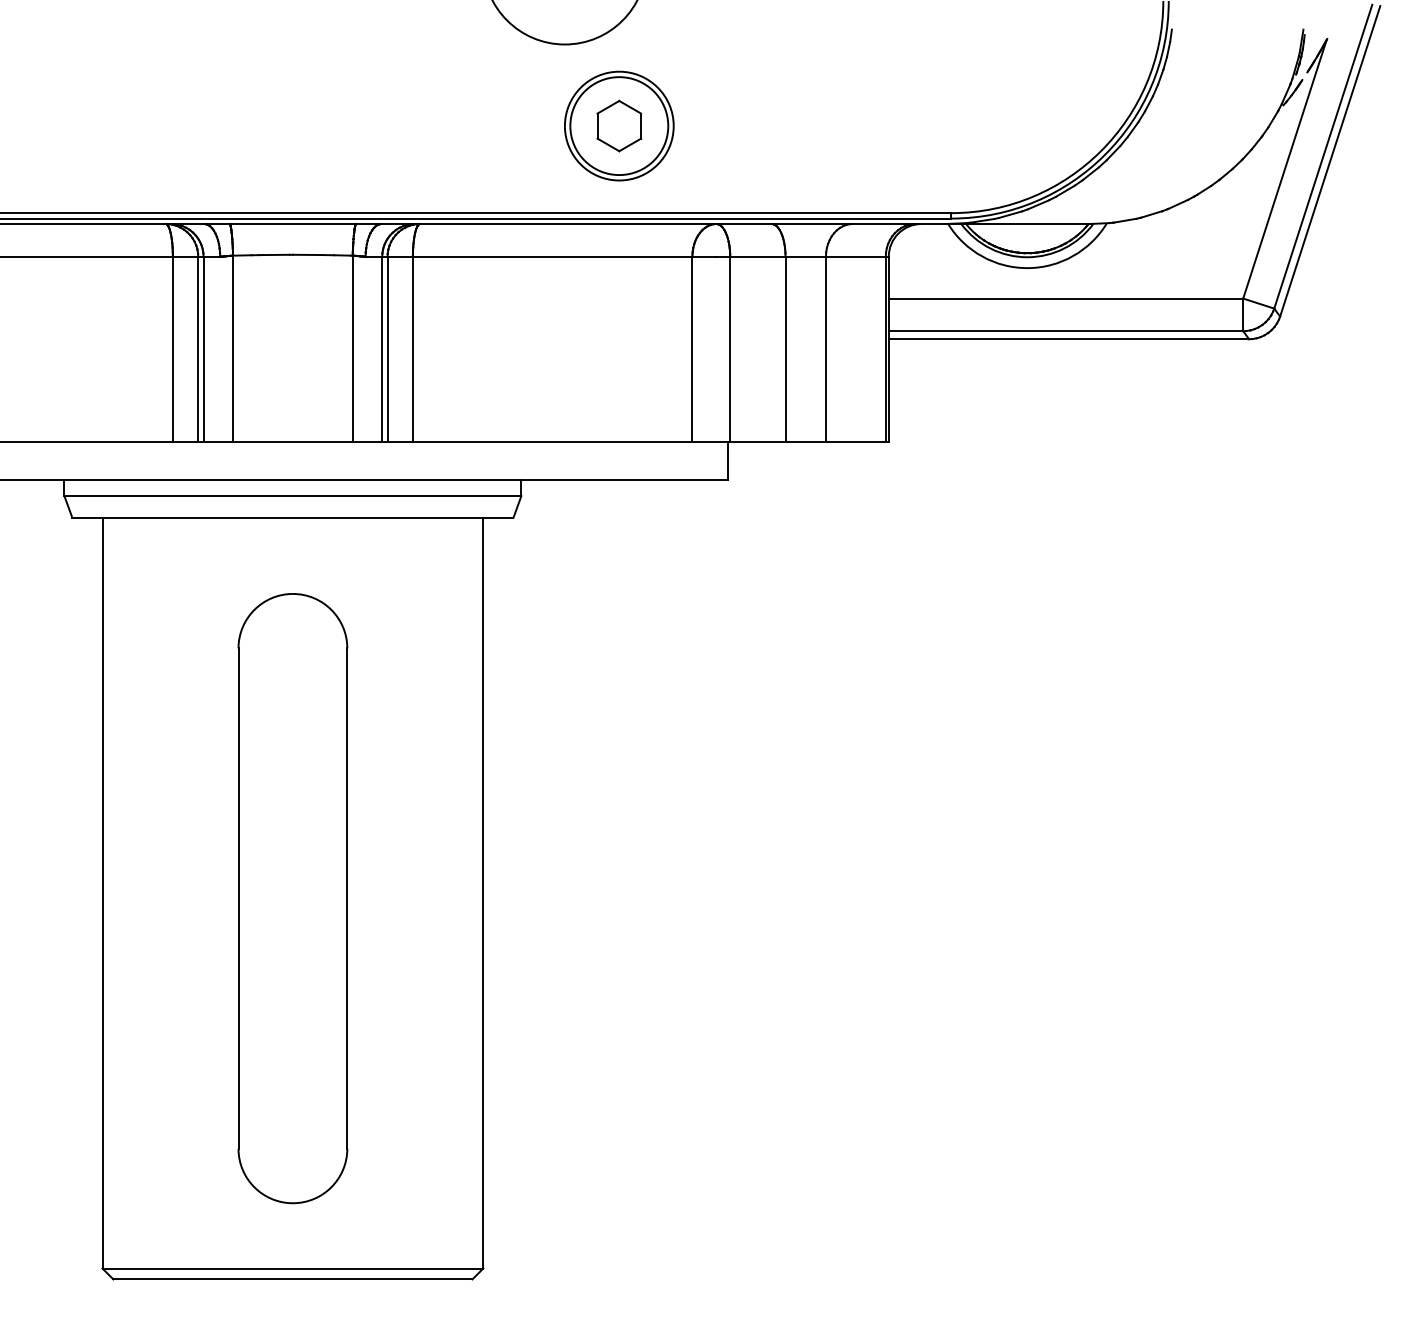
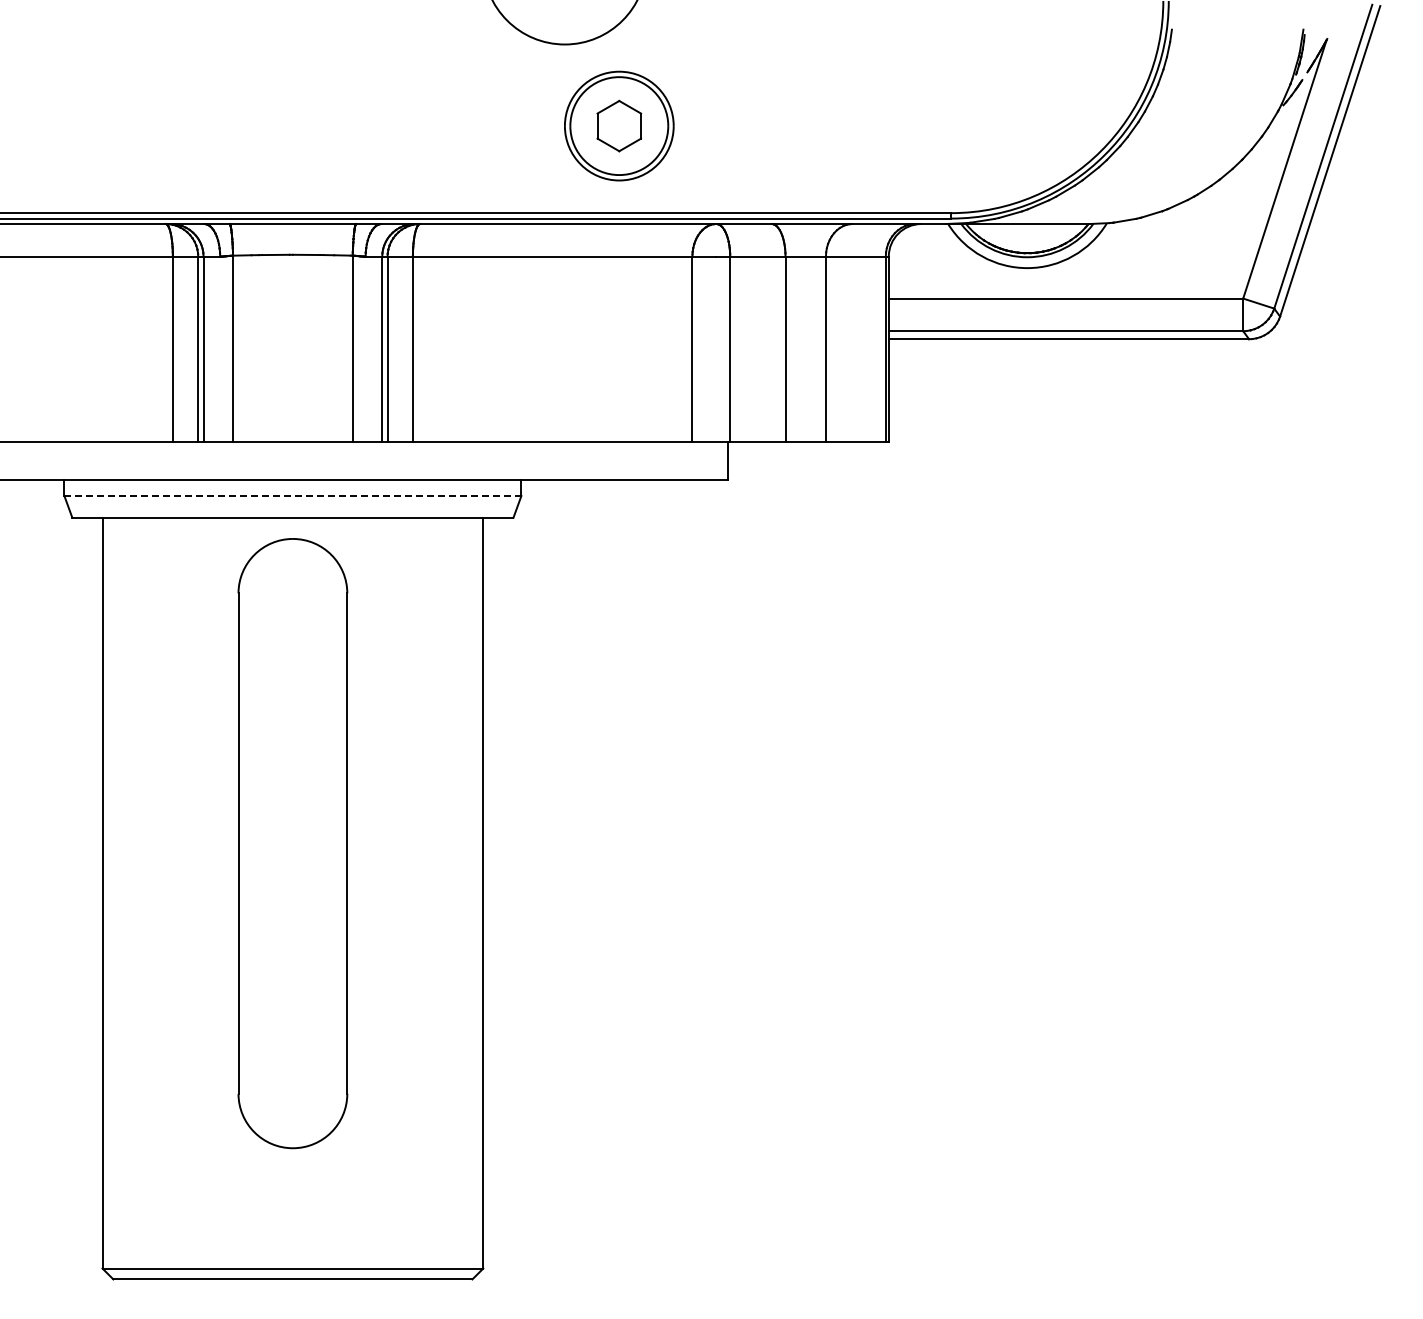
line at (293, 496): solid -> dashed
part at (292, 898) position: (292, 898) -> (292, 843)
